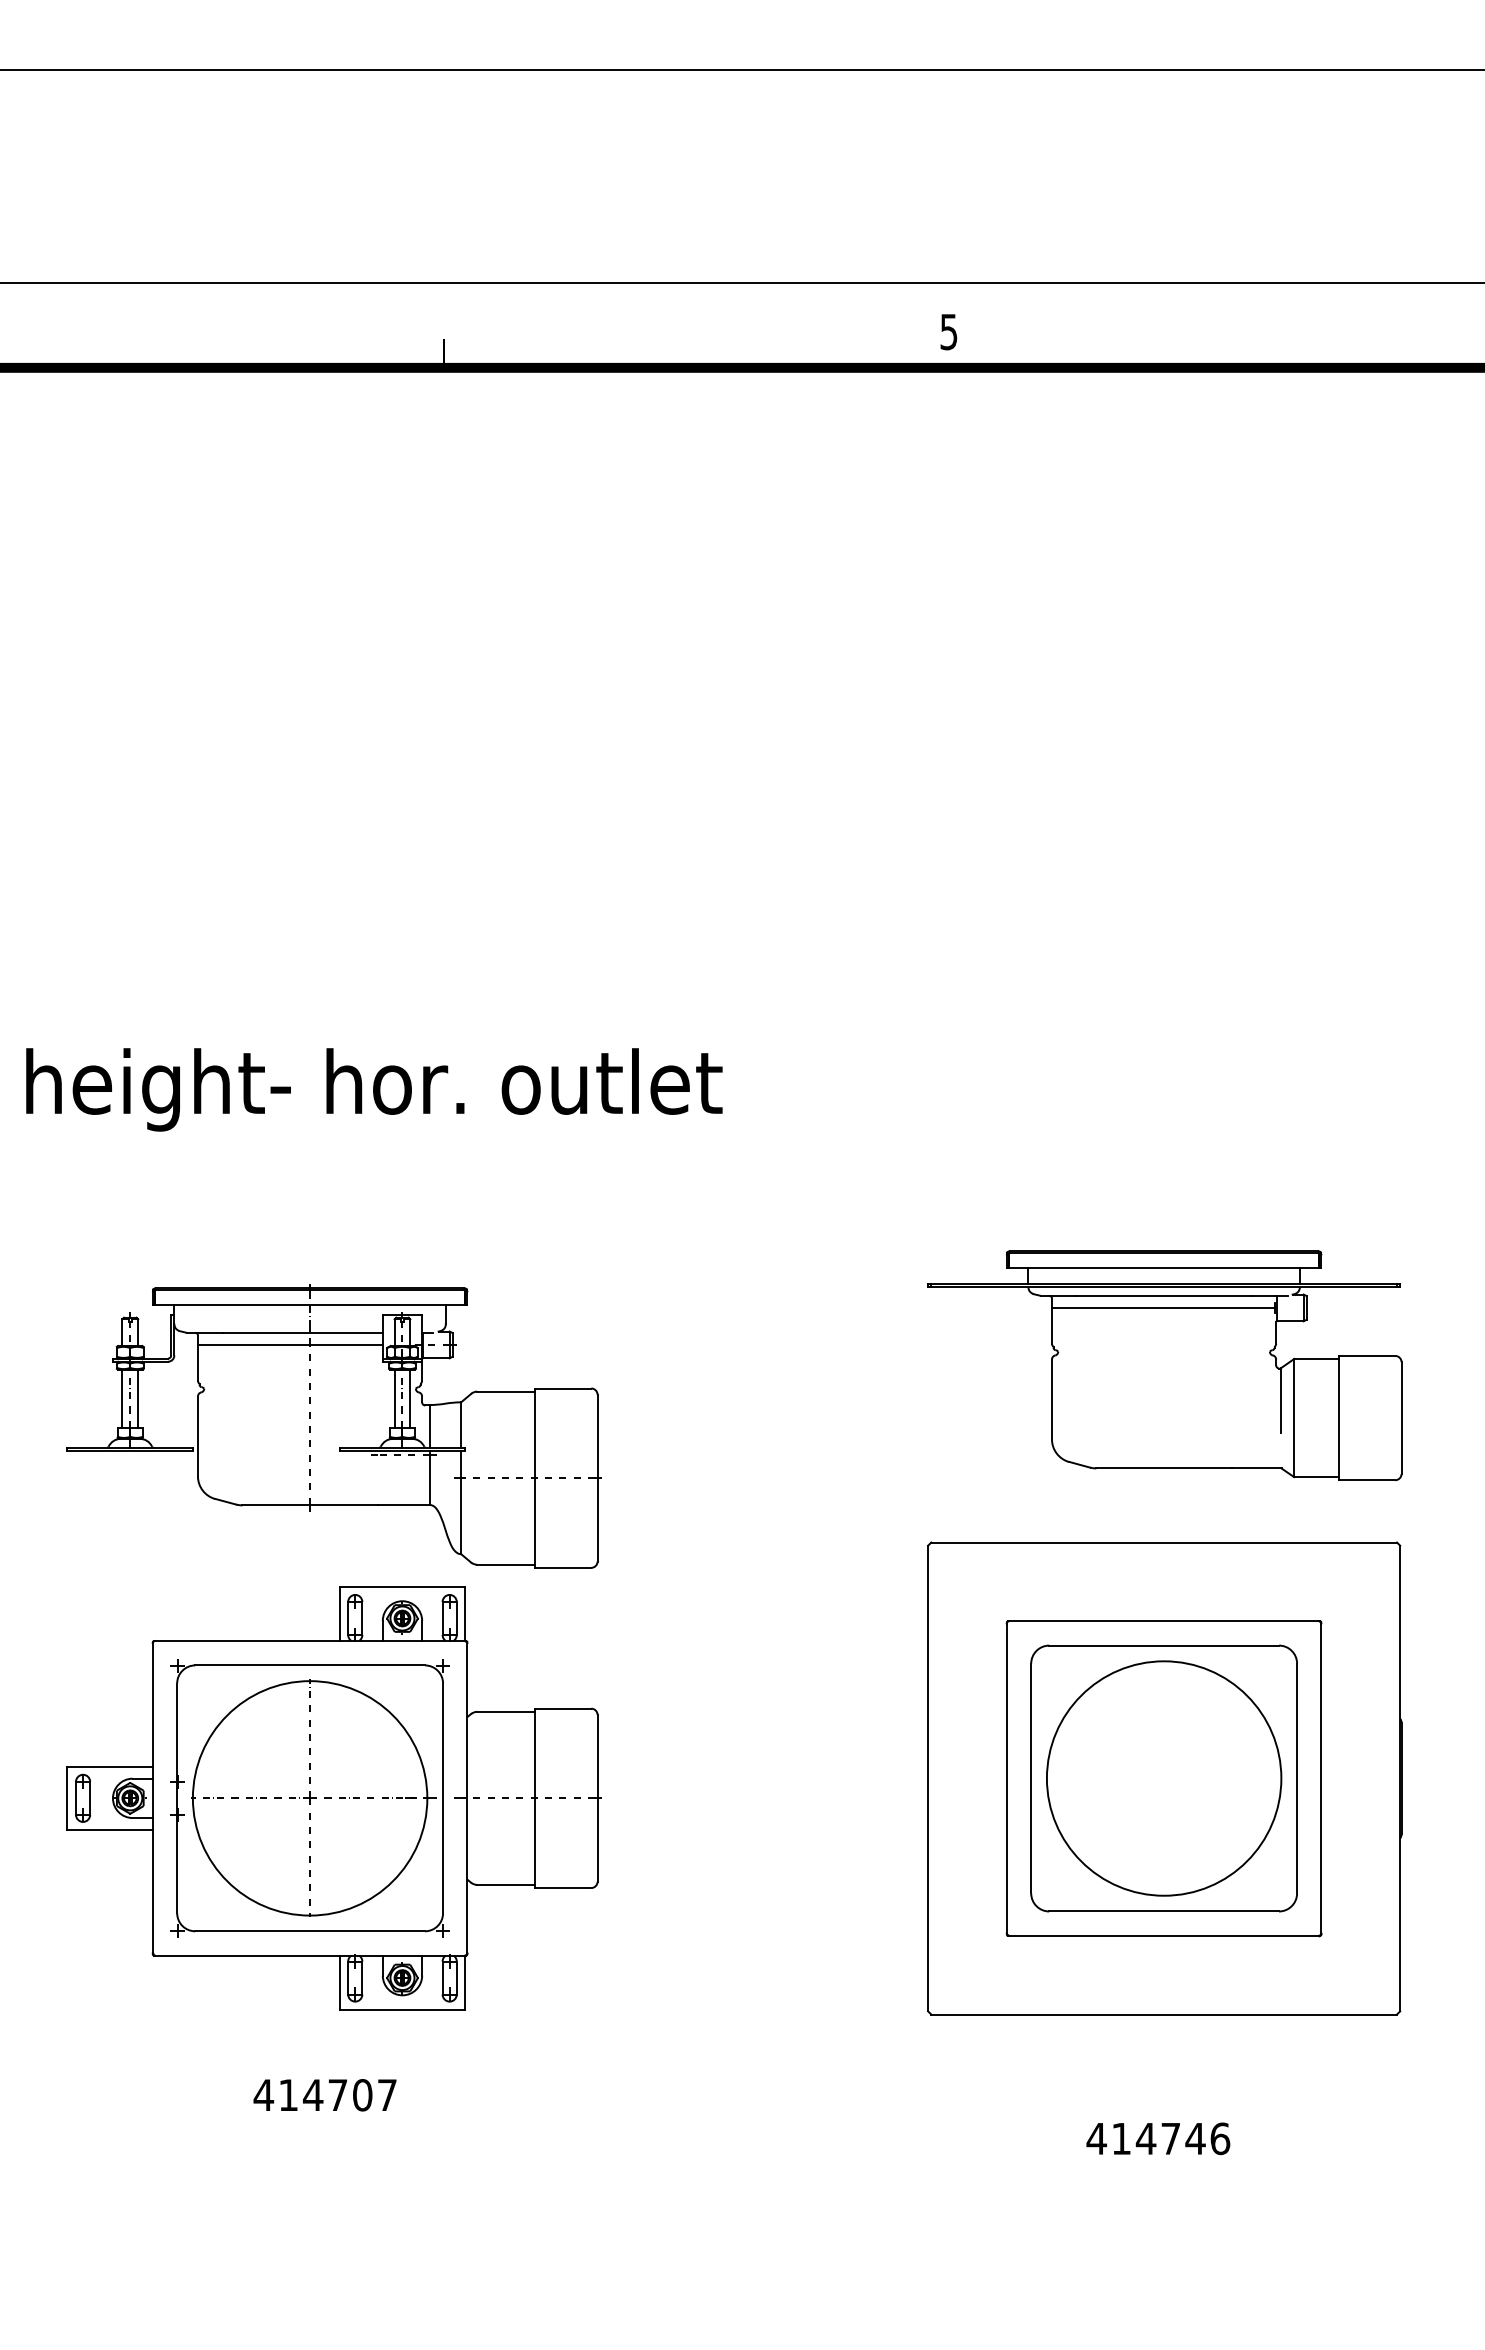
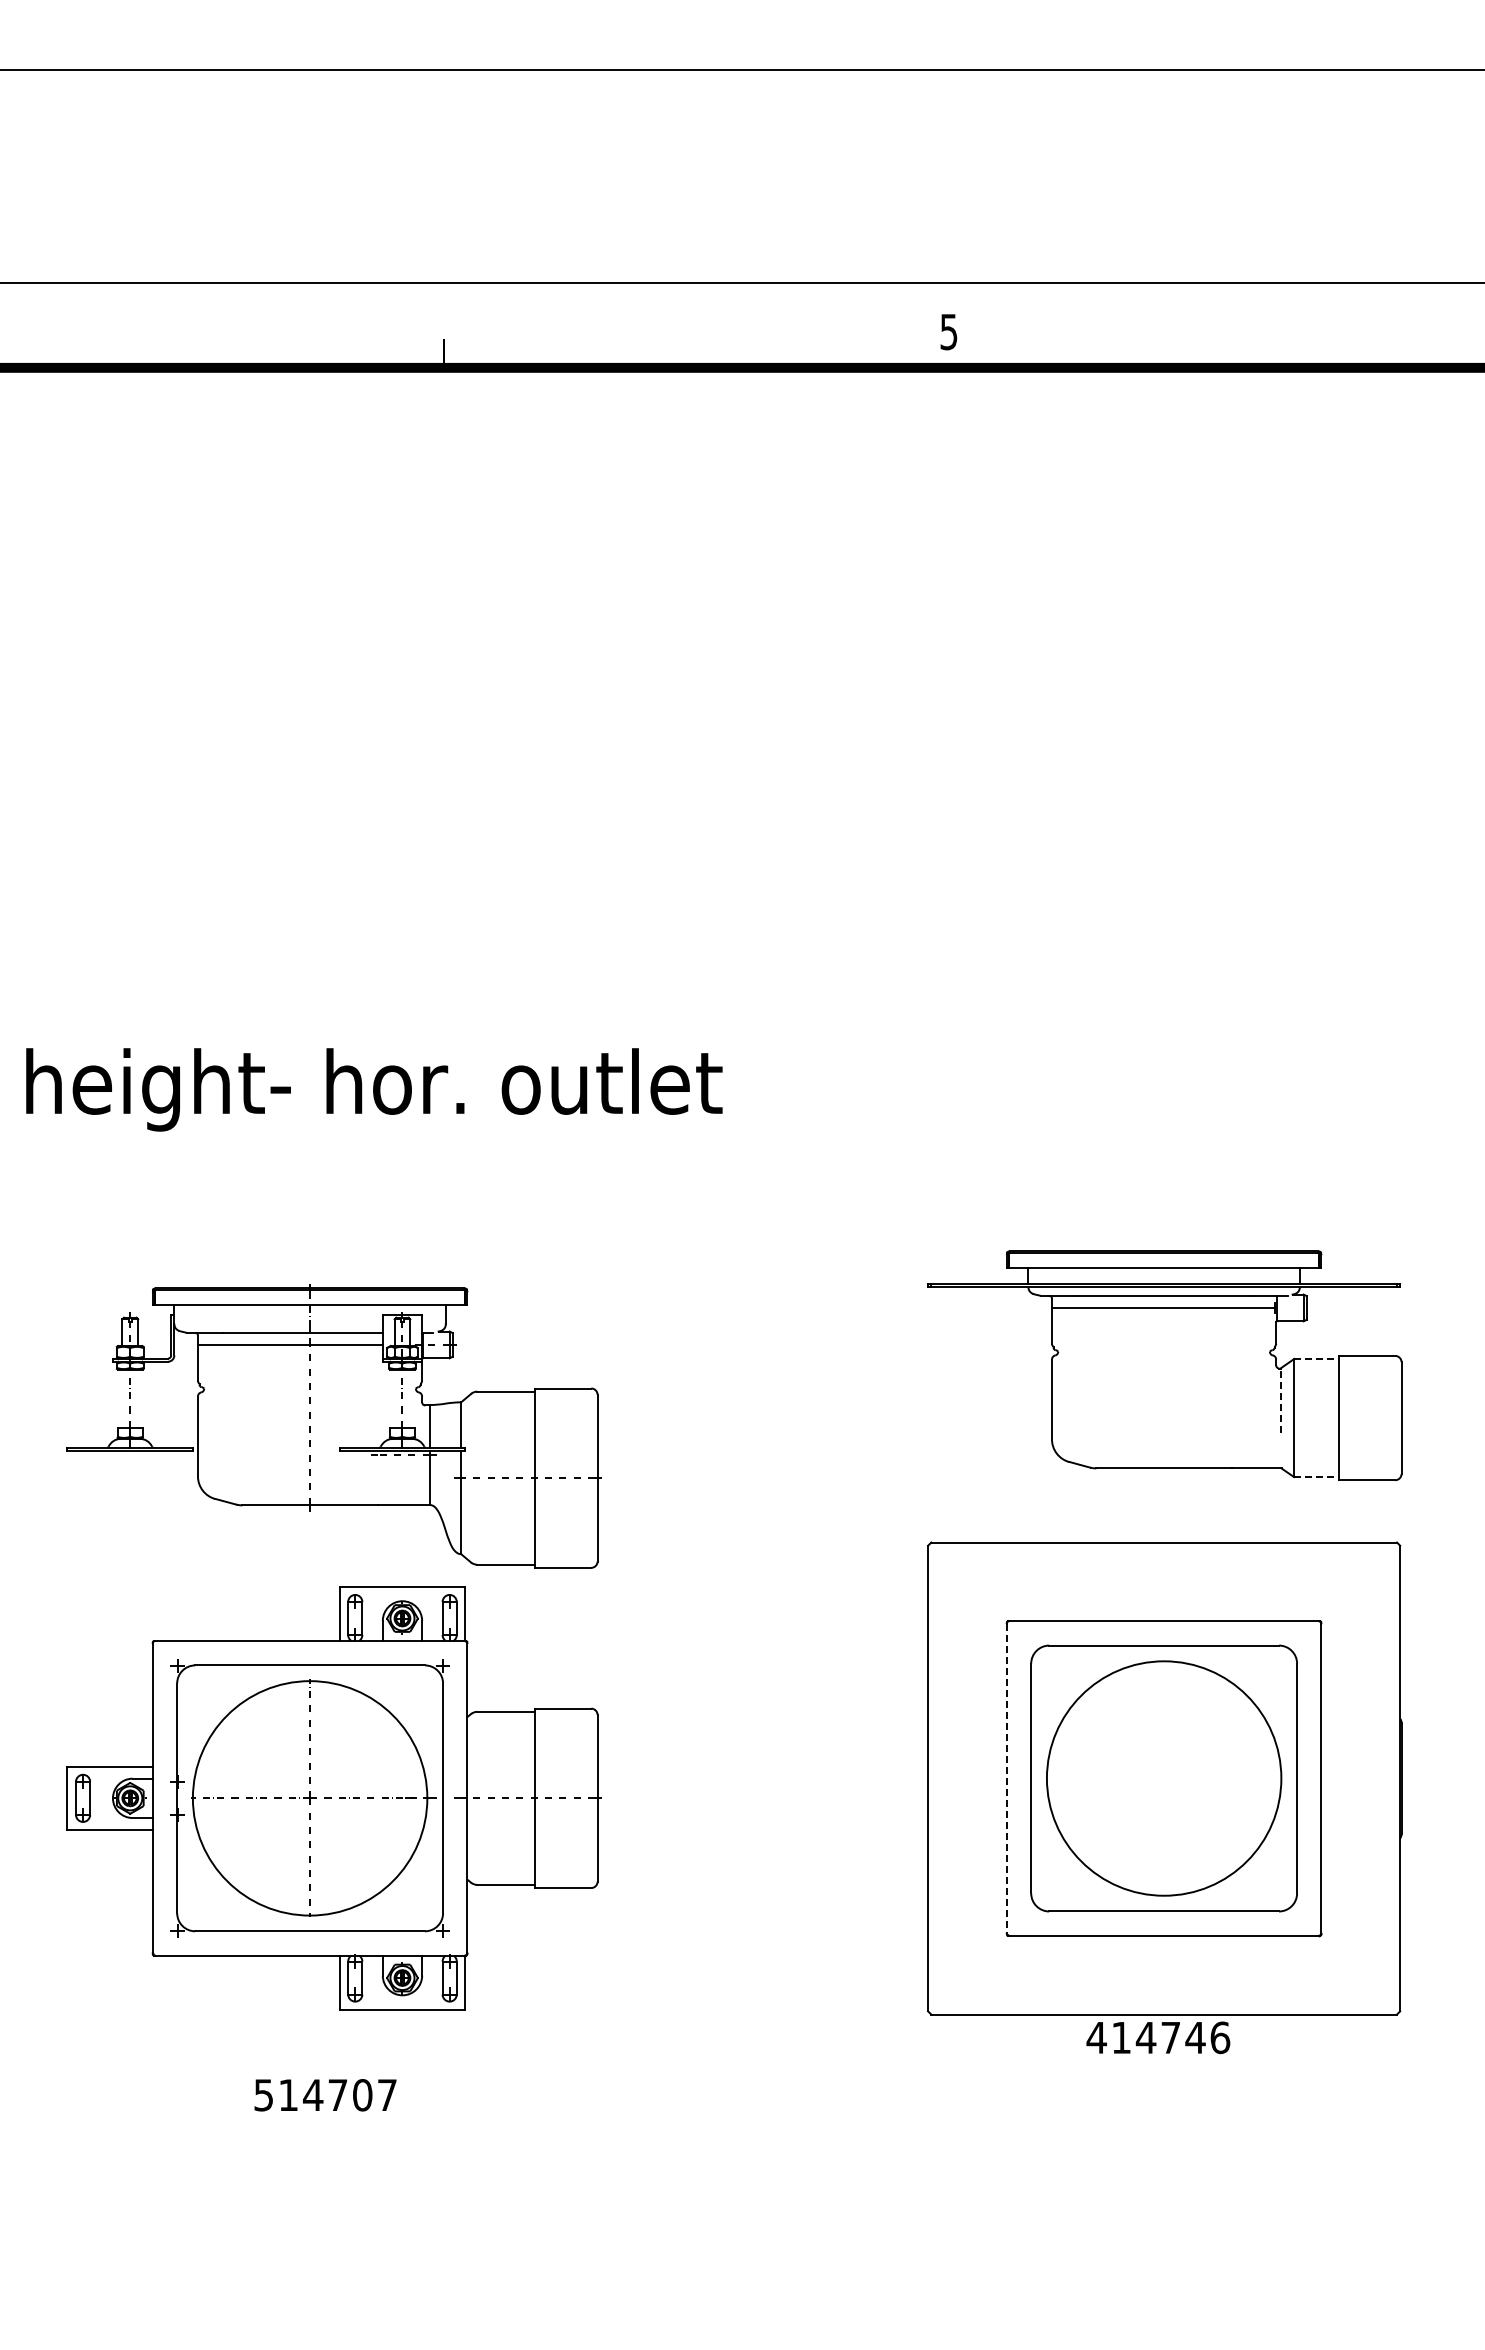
line at (1316, 1359): solid -> dashed
line at (122, 1398): present -> none
line at (138, 1398): present -> none
line at (394, 1398): present -> none
line at (410, 1398): present -> none
line at (1281, 1399): solid -> dashed
line at (1316, 1477): solid -> dashed
line at (1006, 1778): solid -> dashed
text at (263, 2095): 414707 -> 514707
text at (1158, 2138) position: (1158, 2138) -> (1158, 2037)
